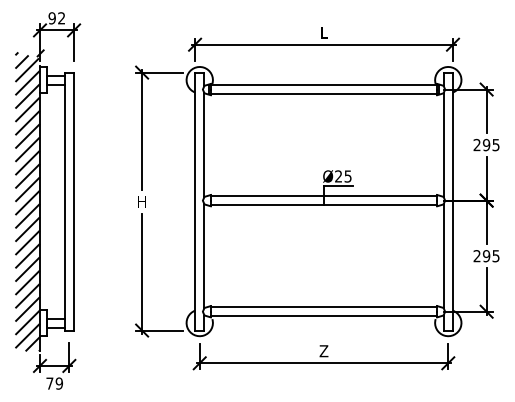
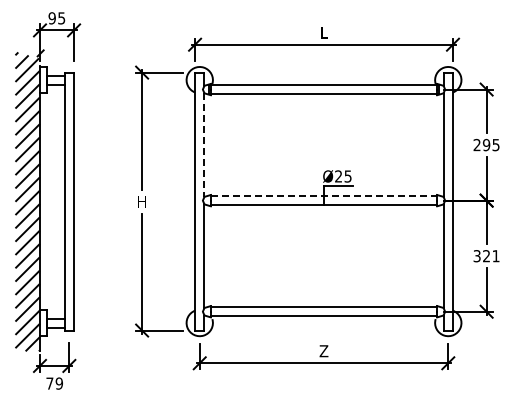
text at (61, 18): 92 -> 95
line at (204, 145): solid -> dashed
line at (324, 195): solid -> dashed
text at (486, 256): 295 -> 321
